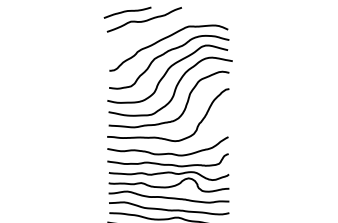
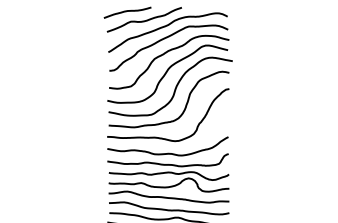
curve at (165, 27): none -> present
